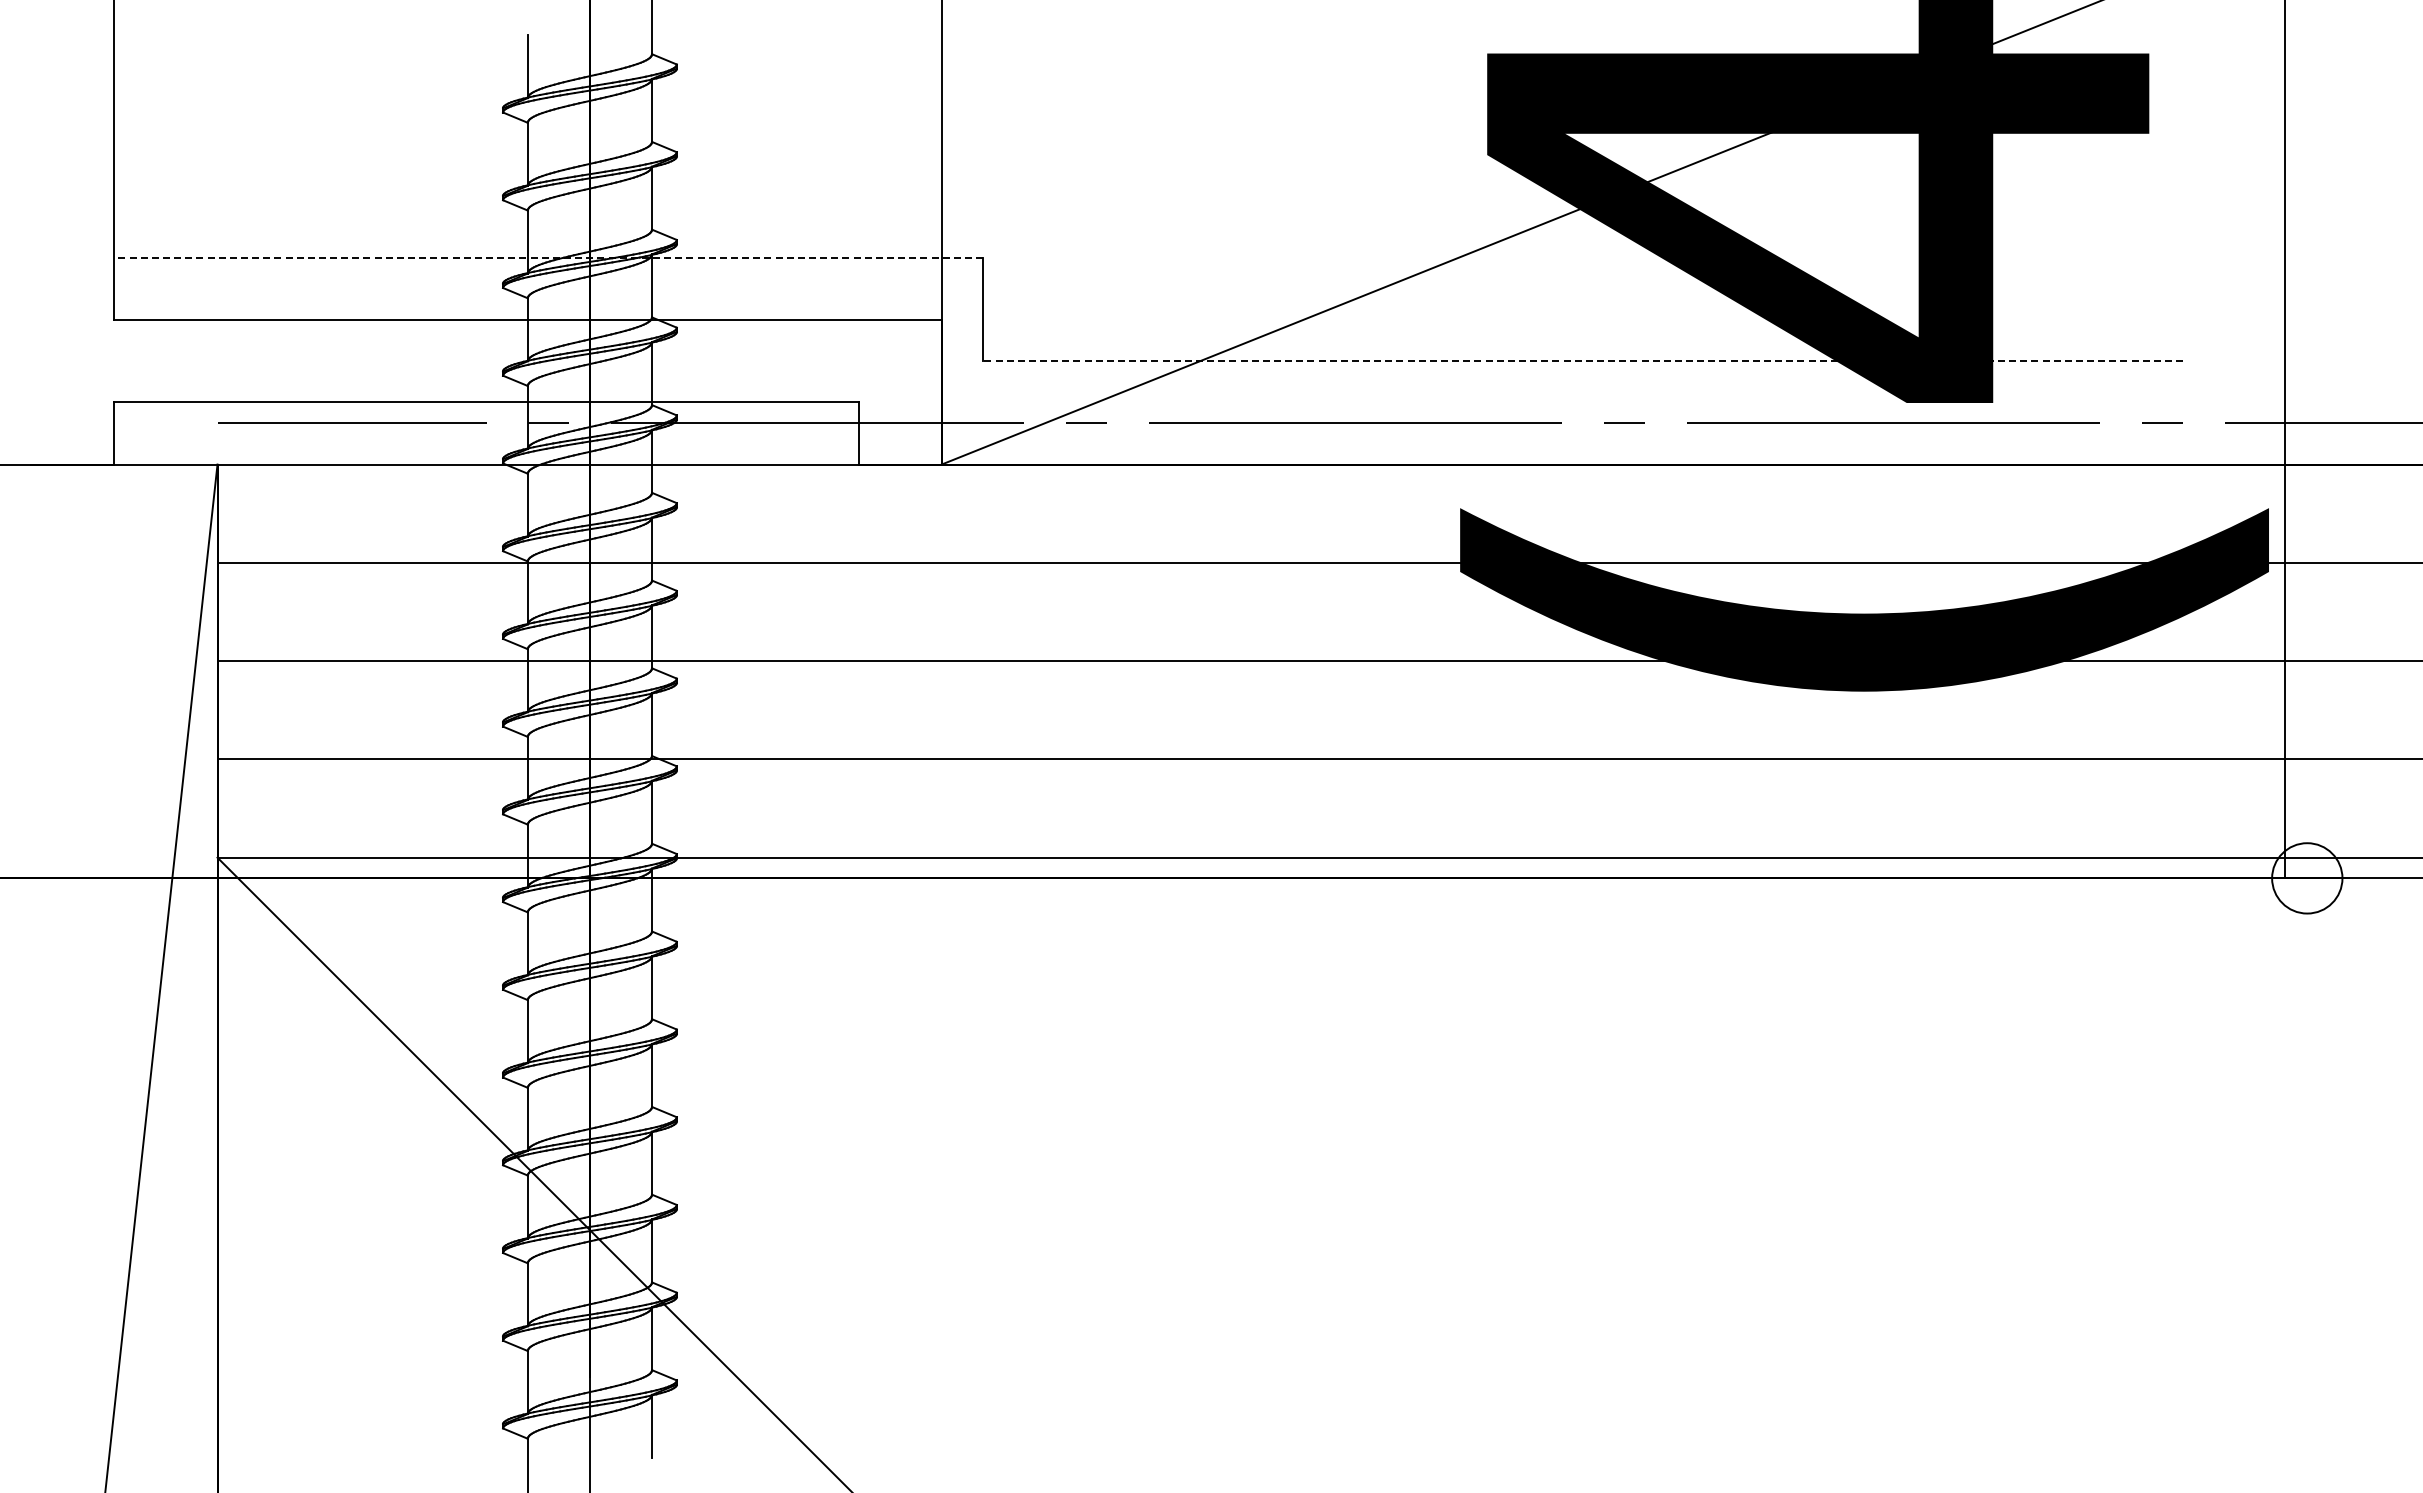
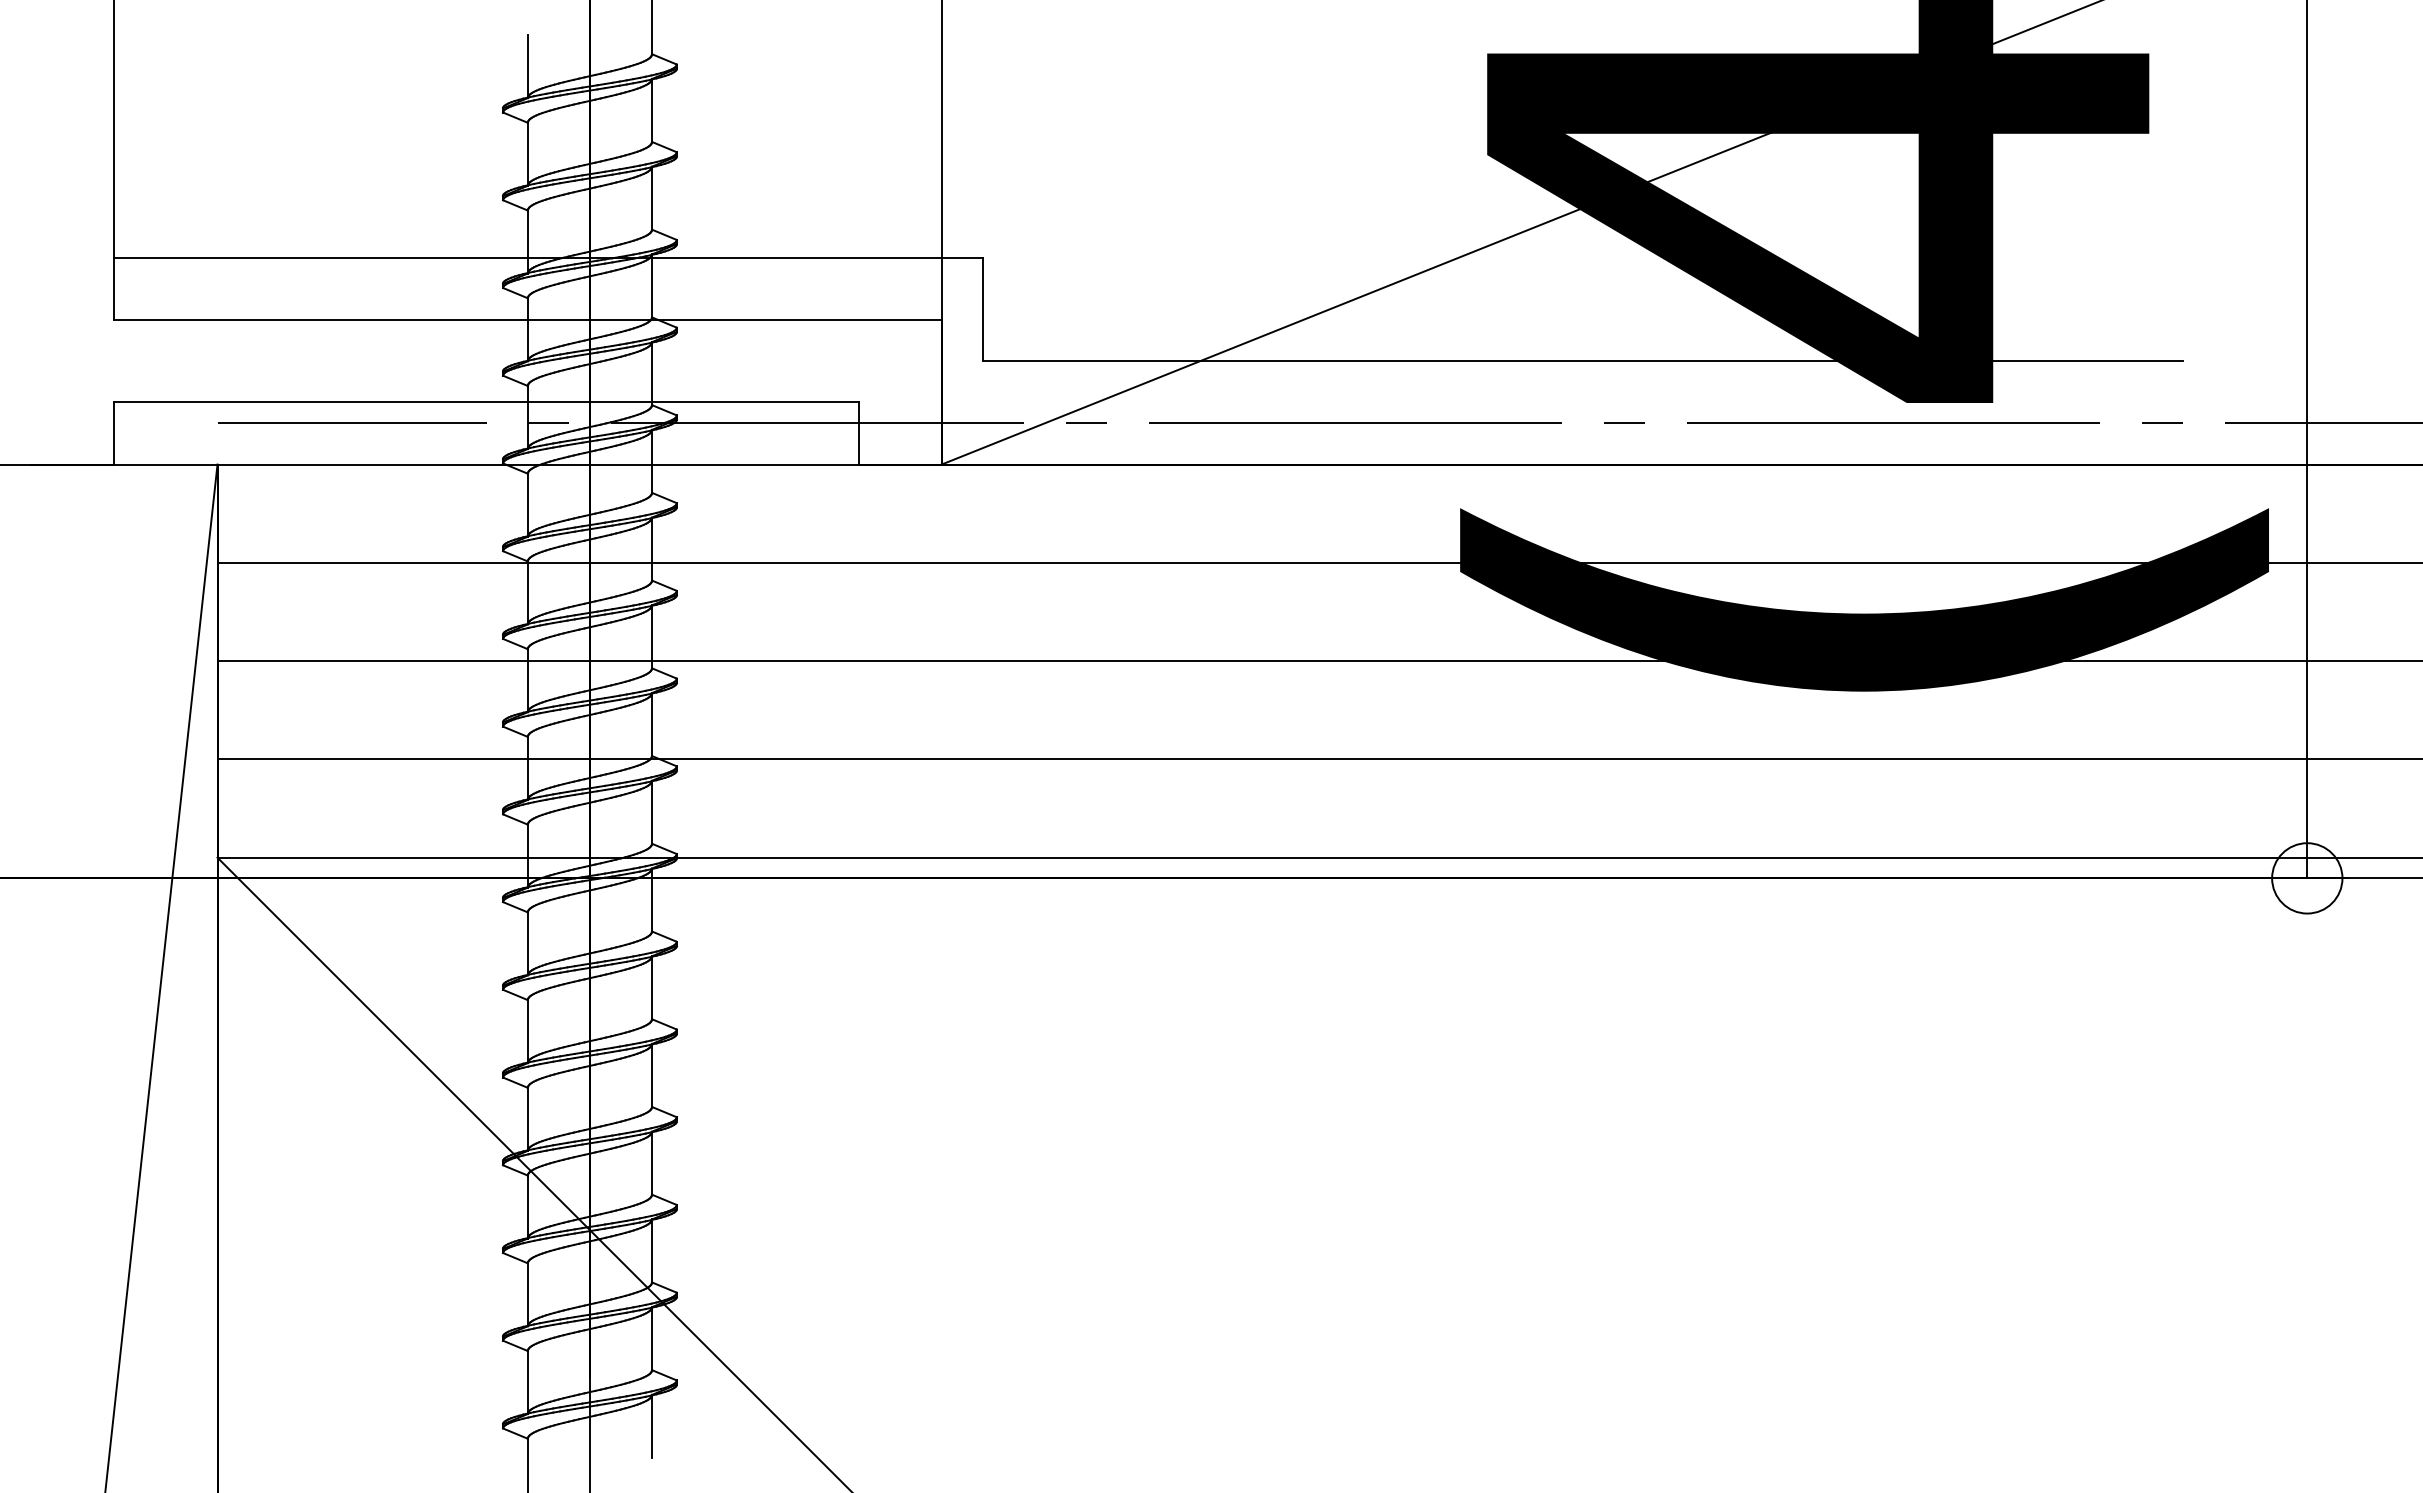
line at (548, 257): dashed -> solid
line at (1582, 361): dashed -> solid
line at (2285, 440) position: (2285, 440) -> (2307, 440)
